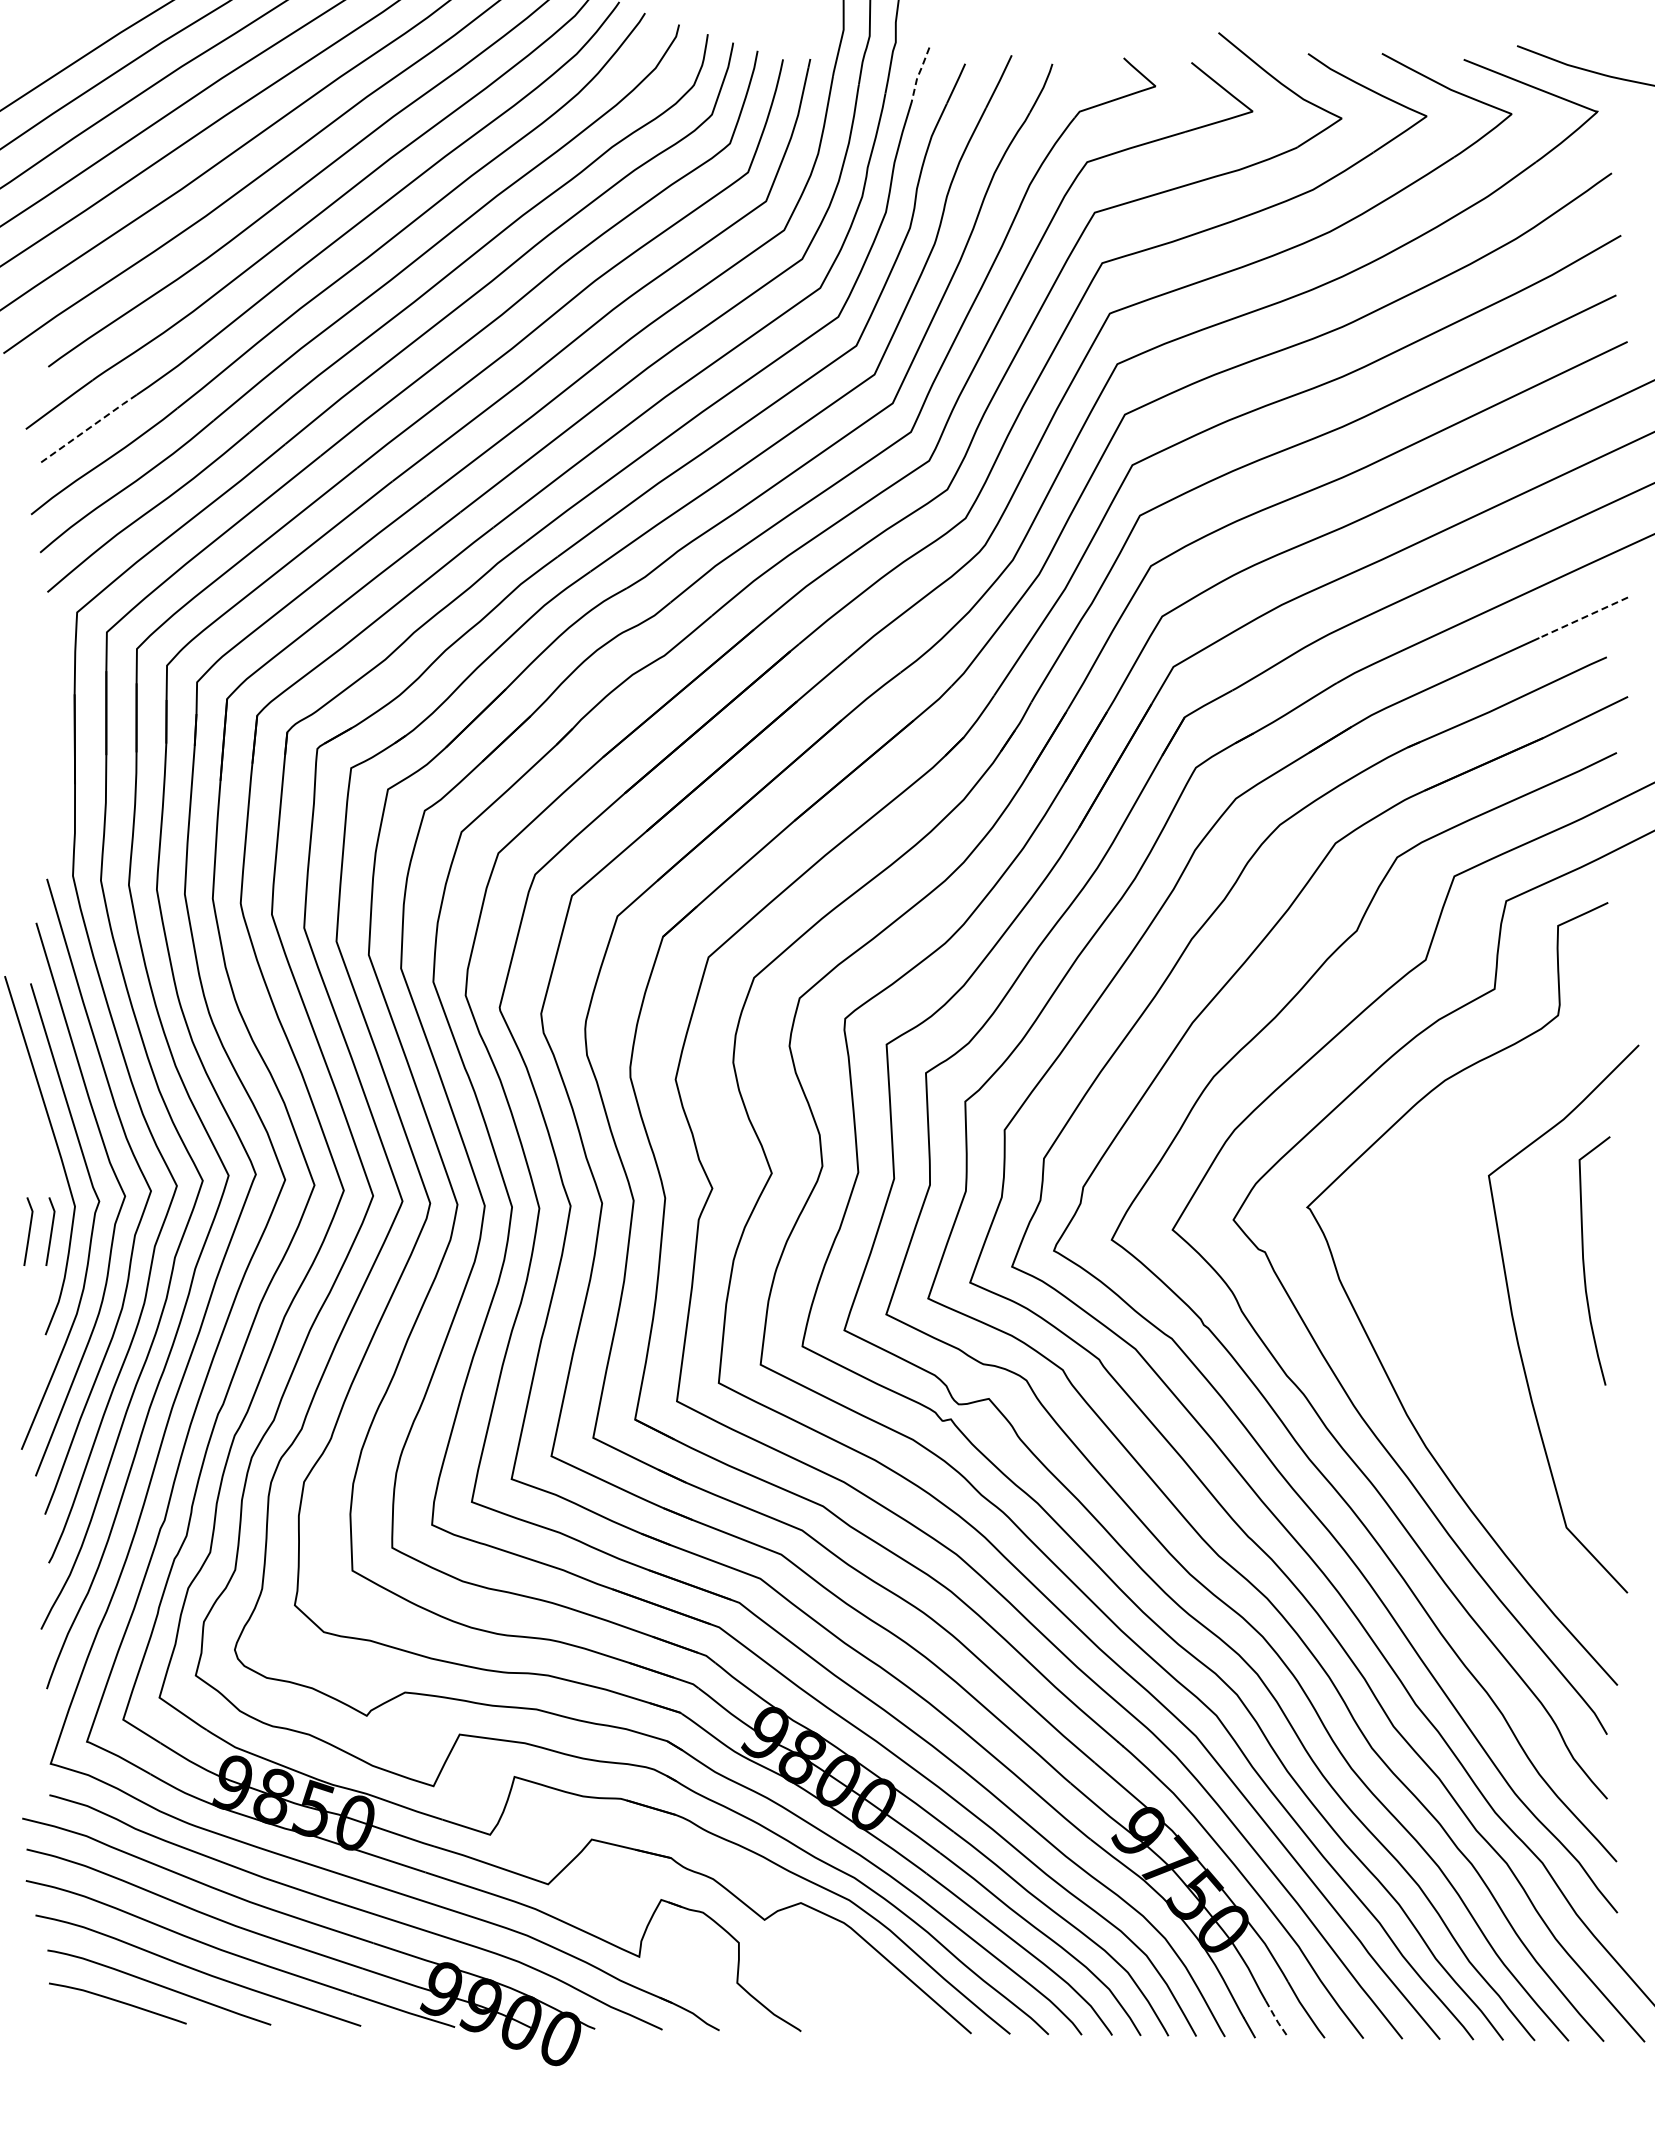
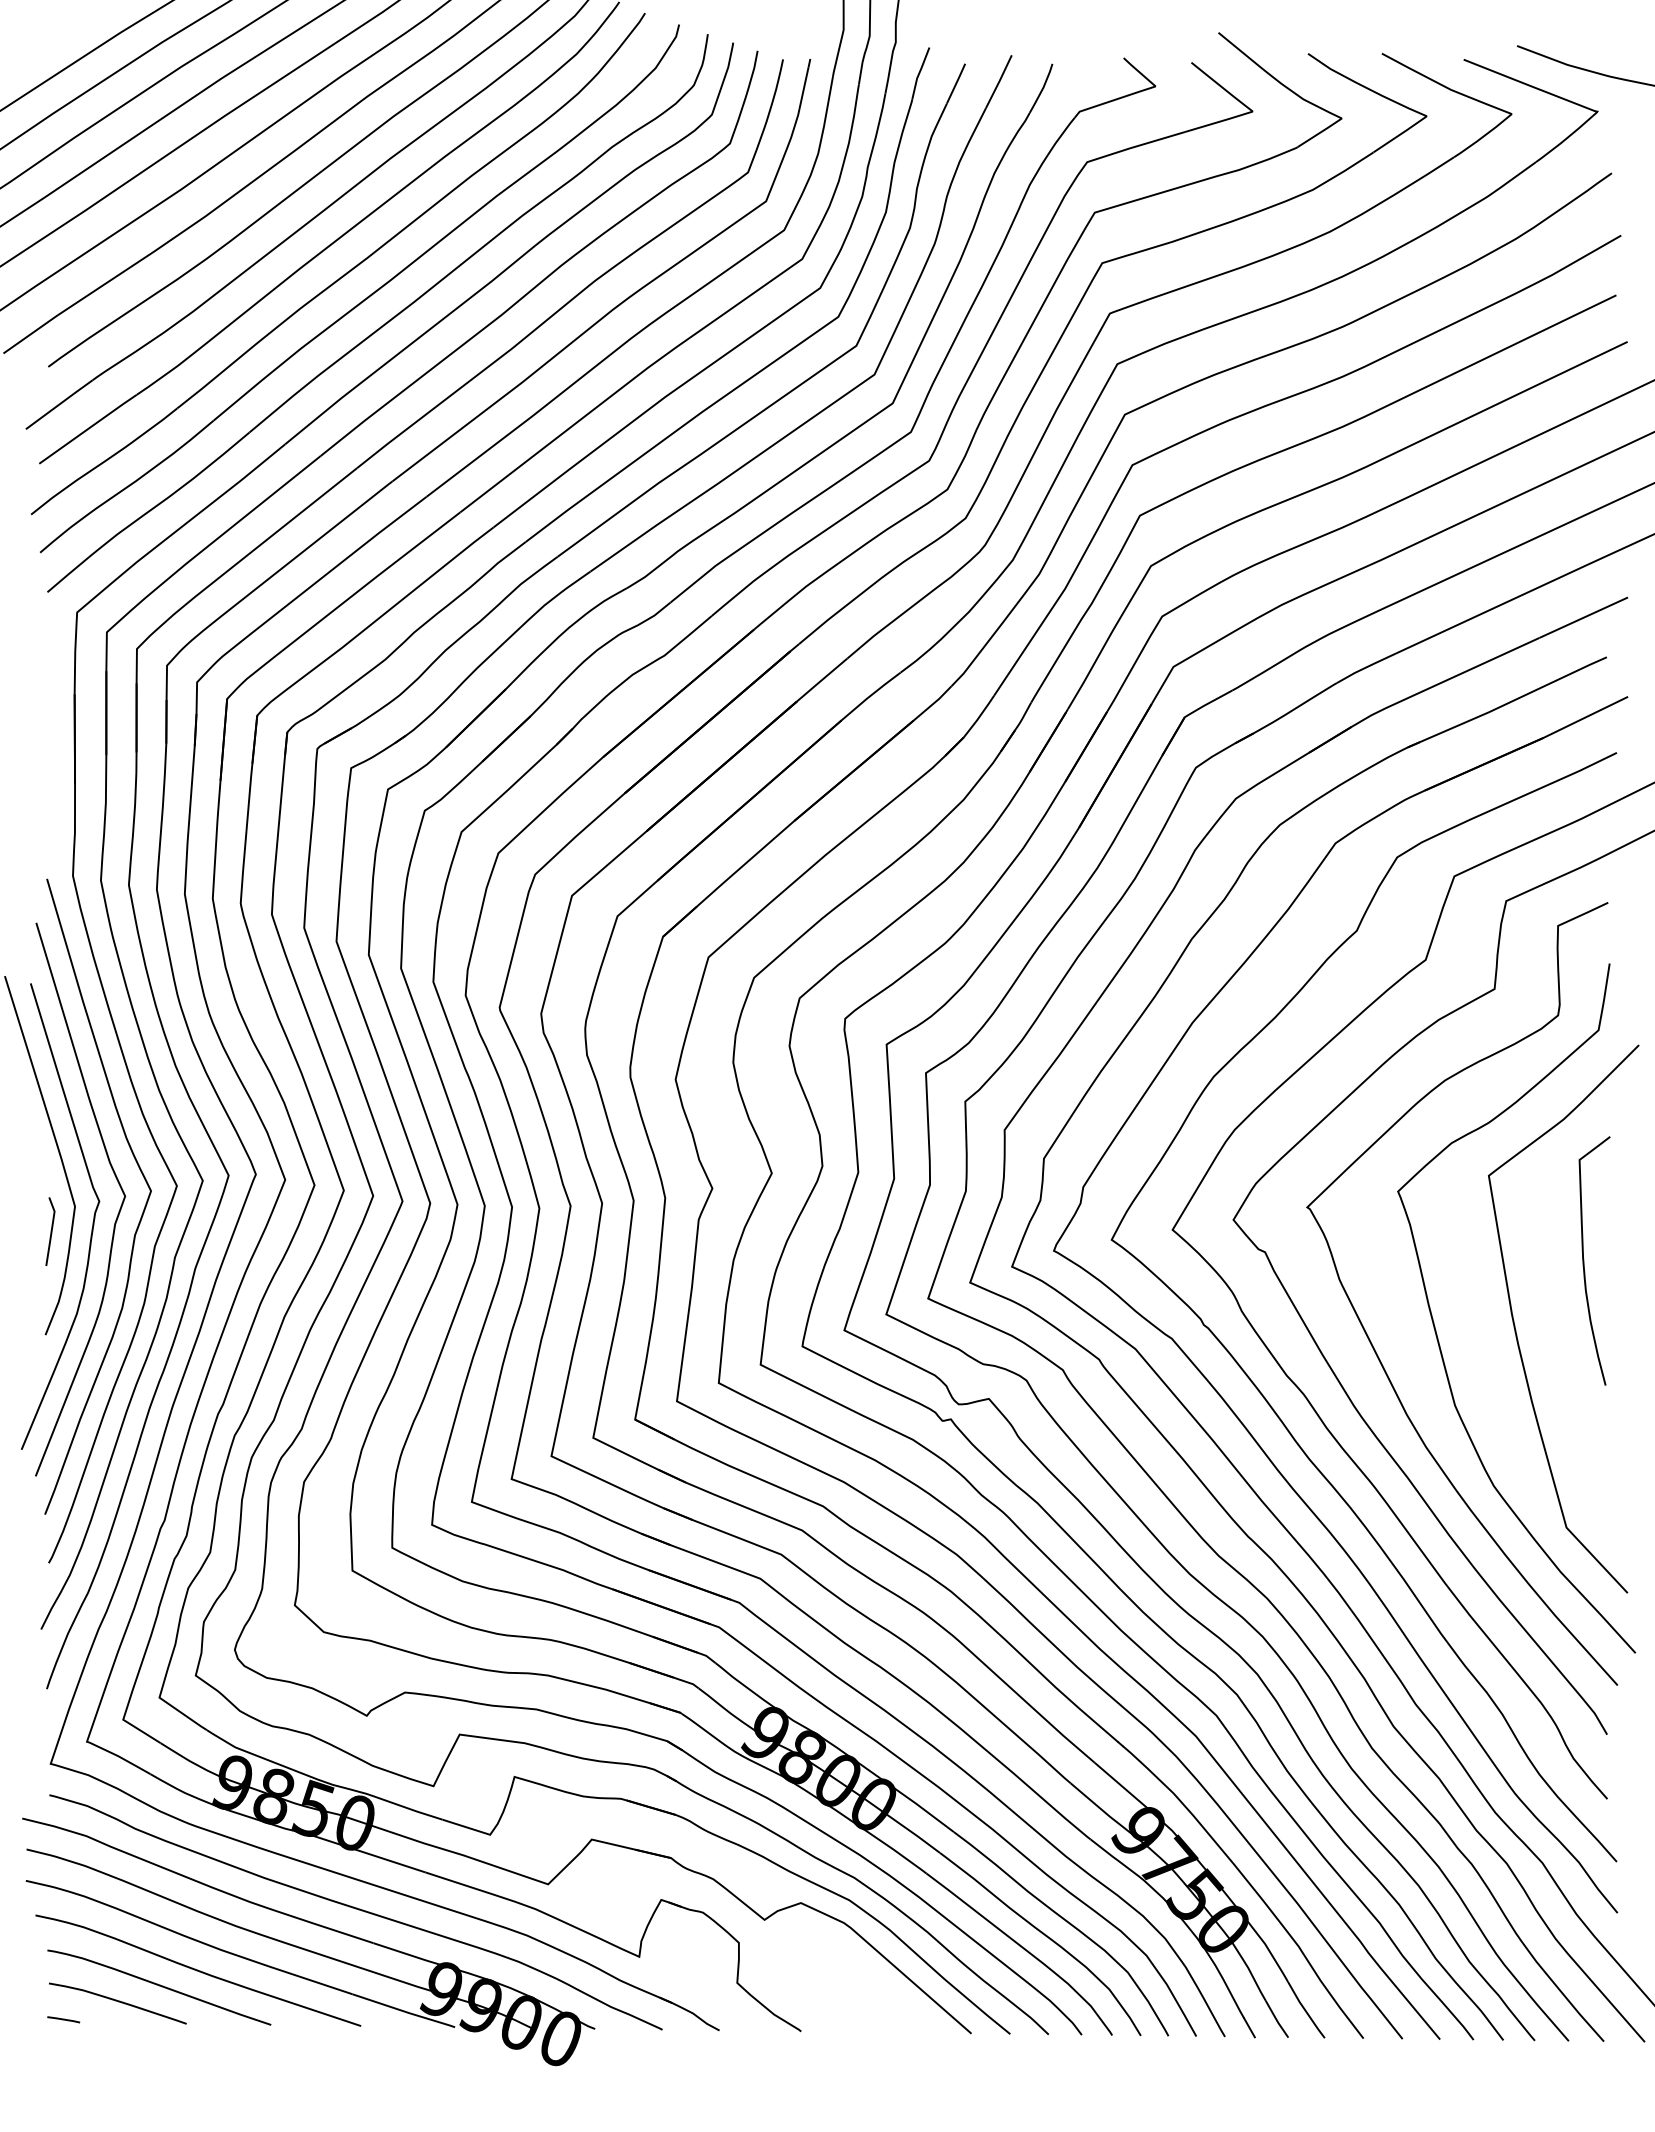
line at (919, 73): dashed -> solid
line at (88, 429): dashed -> solid
line at (1583, 617): dashed -> solid
line at (28, 1231): present -> none
curve at (1436, 1330): none -> present
line at (63, 2019): none -> present
line at (1276, 2019): dashed -> solid
